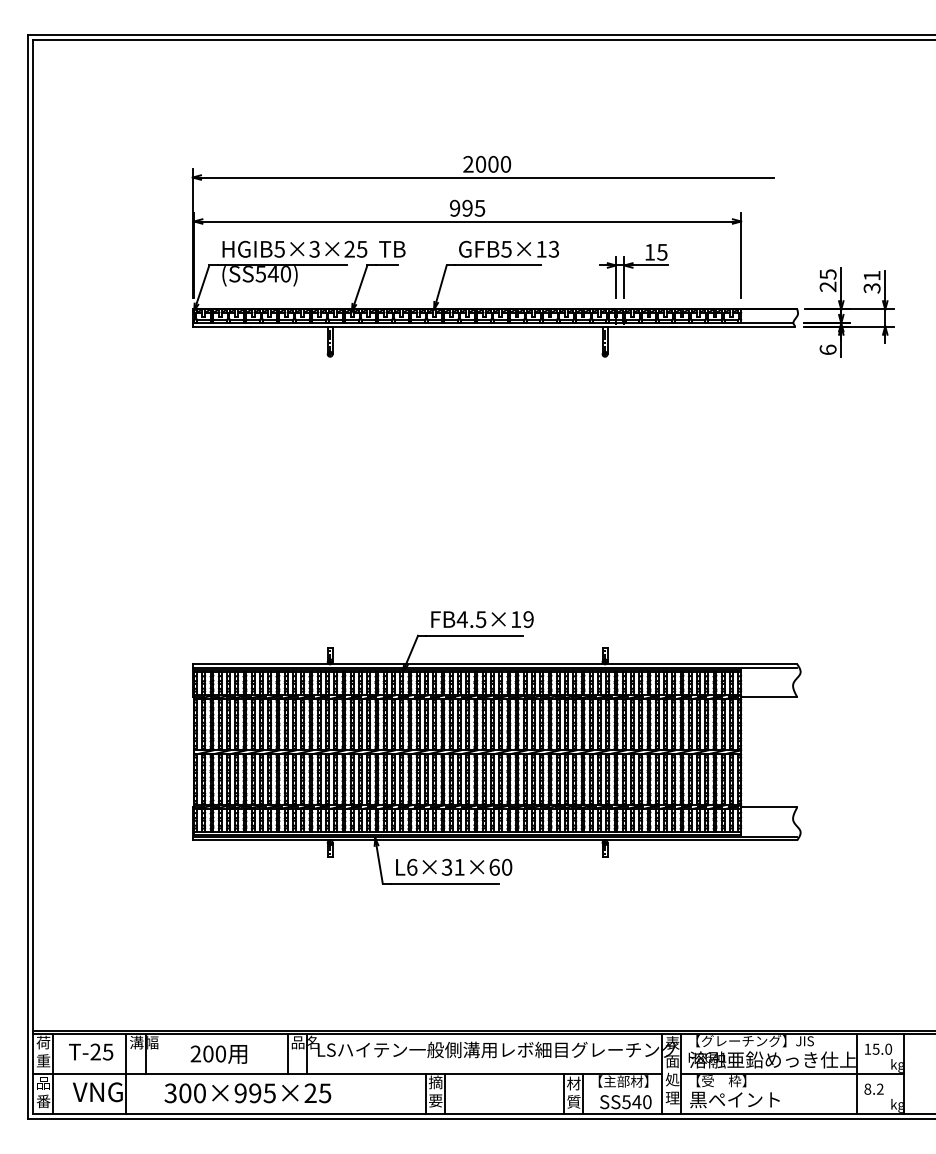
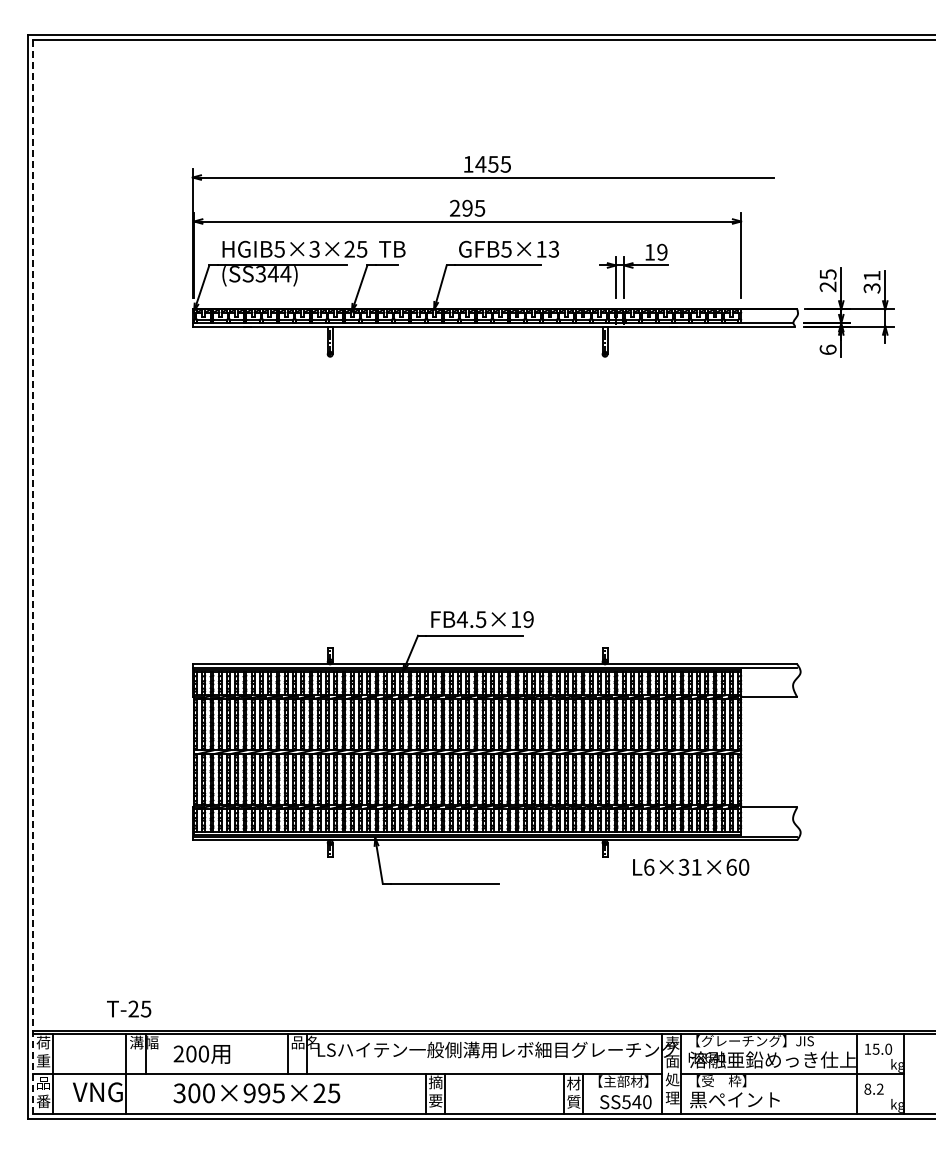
text at (487, 163): 2000 -> 1455
text at (455, 208): 995 -> 295
text at (662, 251): 15 -> 19
text at (273, 274): (SS540) -> (SS344)
line at (33, 577): solid -> dashed
text at (454, 866) position: (454, 866) -> (691, 866)
text at (91, 1051) position: (91, 1051) -> (129, 1008)
text at (218, 1054) position: (218, 1054) -> (201, 1054)
text at (247, 1093) position: (247, 1093) -> (256, 1093)
